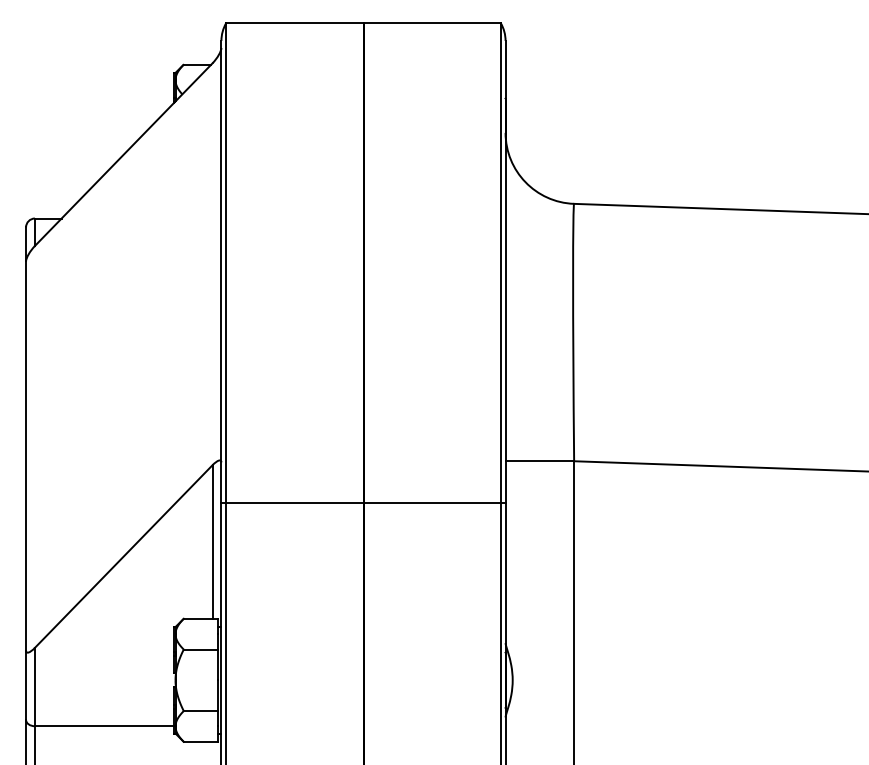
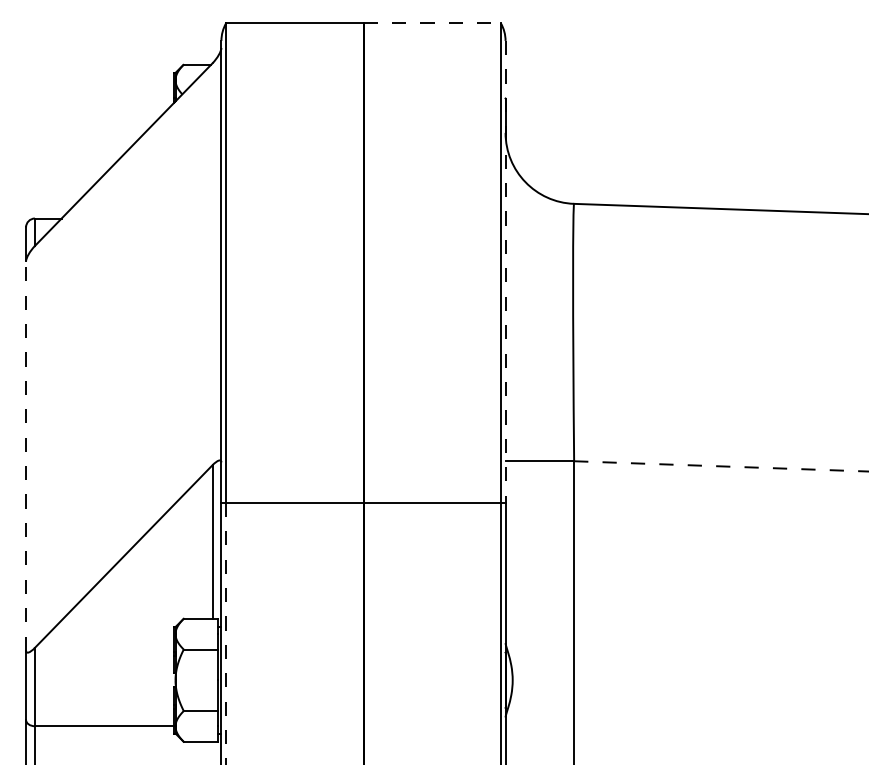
line at (432, 23): solid -> dashed
line at (505, 271): solid -> dashed
line at (26, 456): solid -> dashed
line at (721, 466): solid -> dashed
line at (226, 633): solid -> dashed
